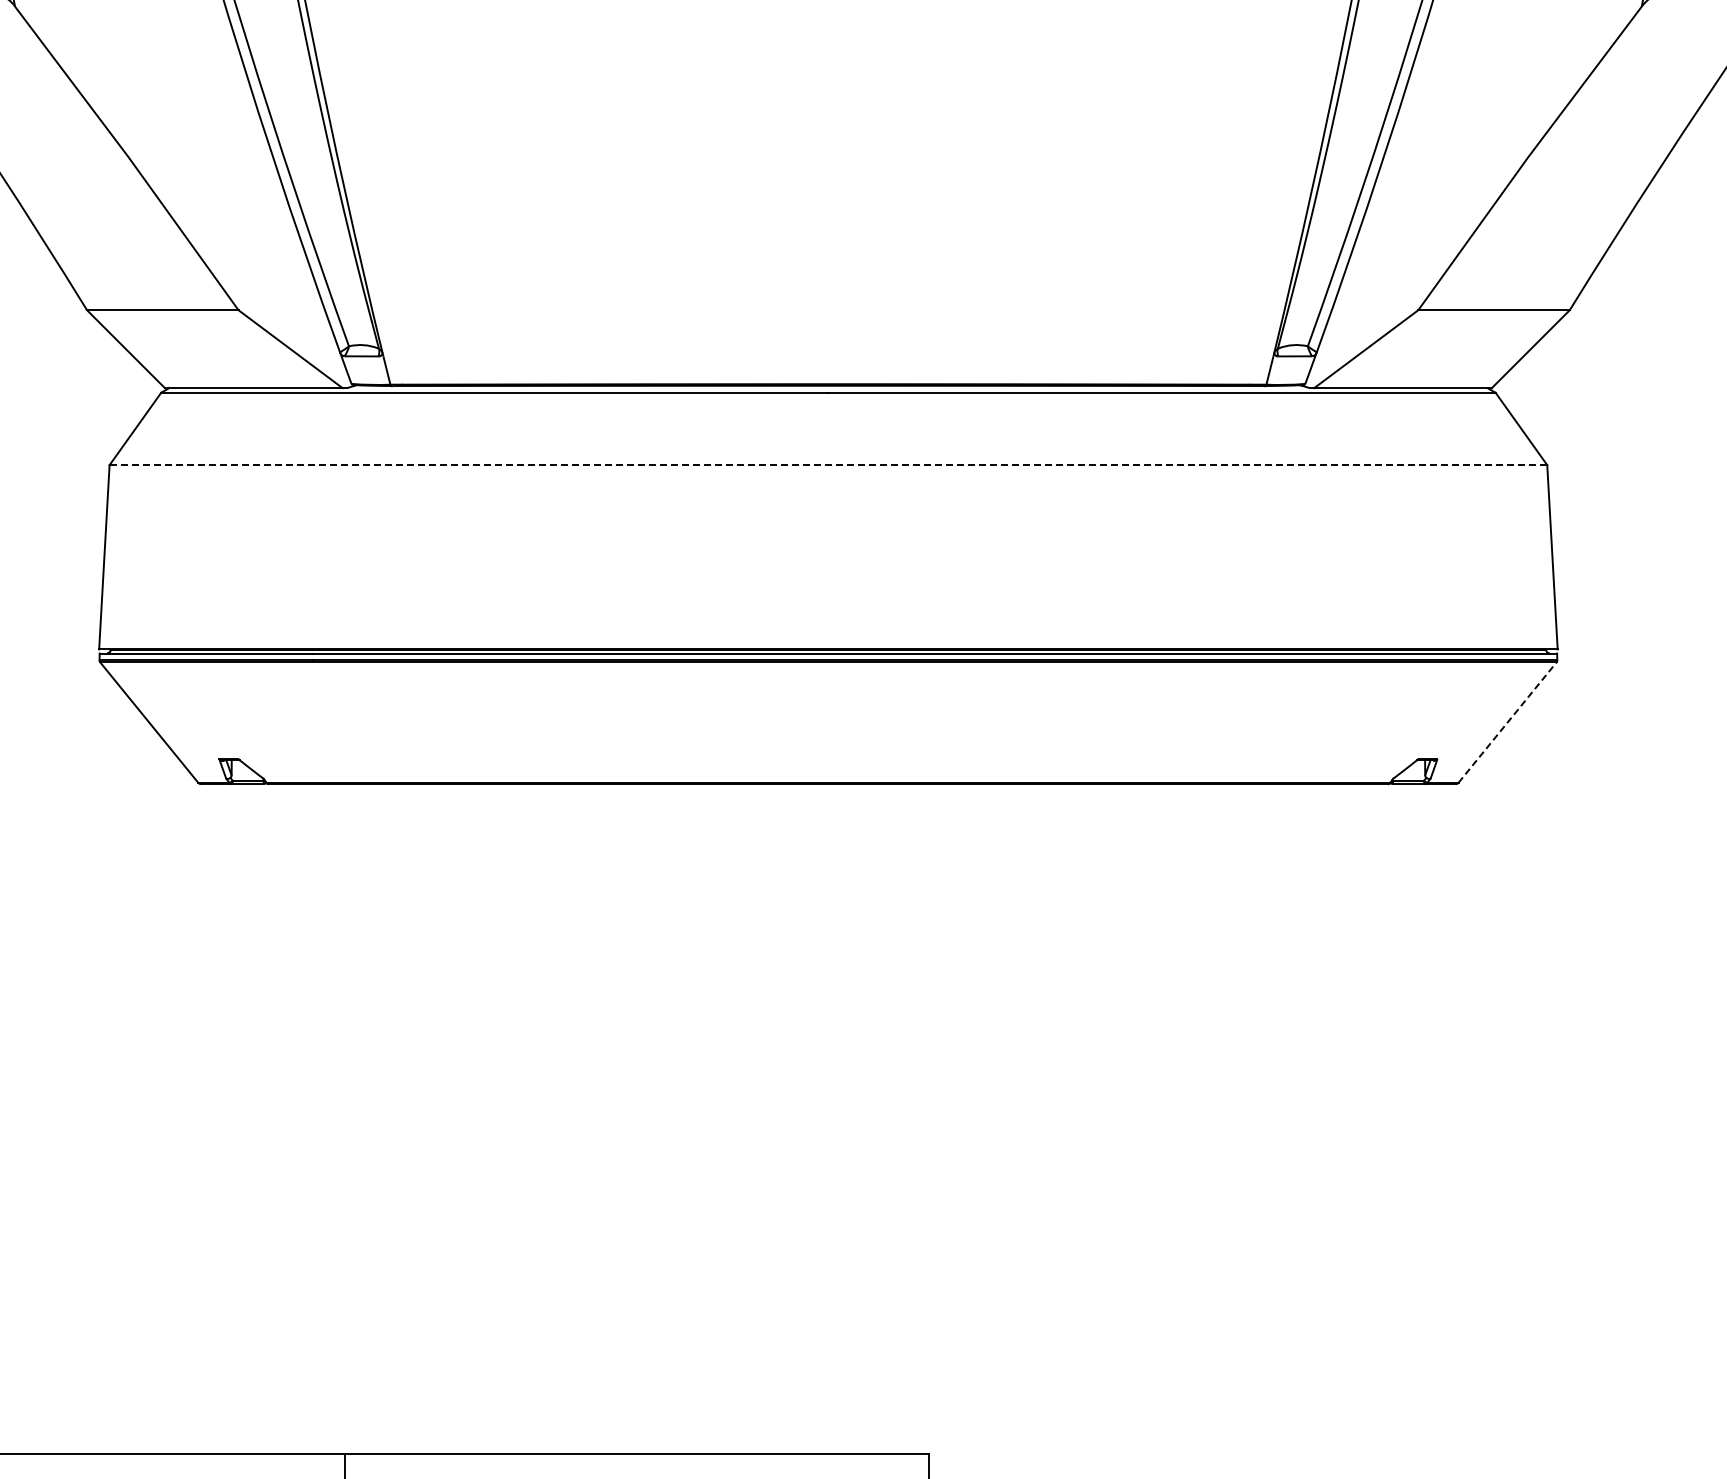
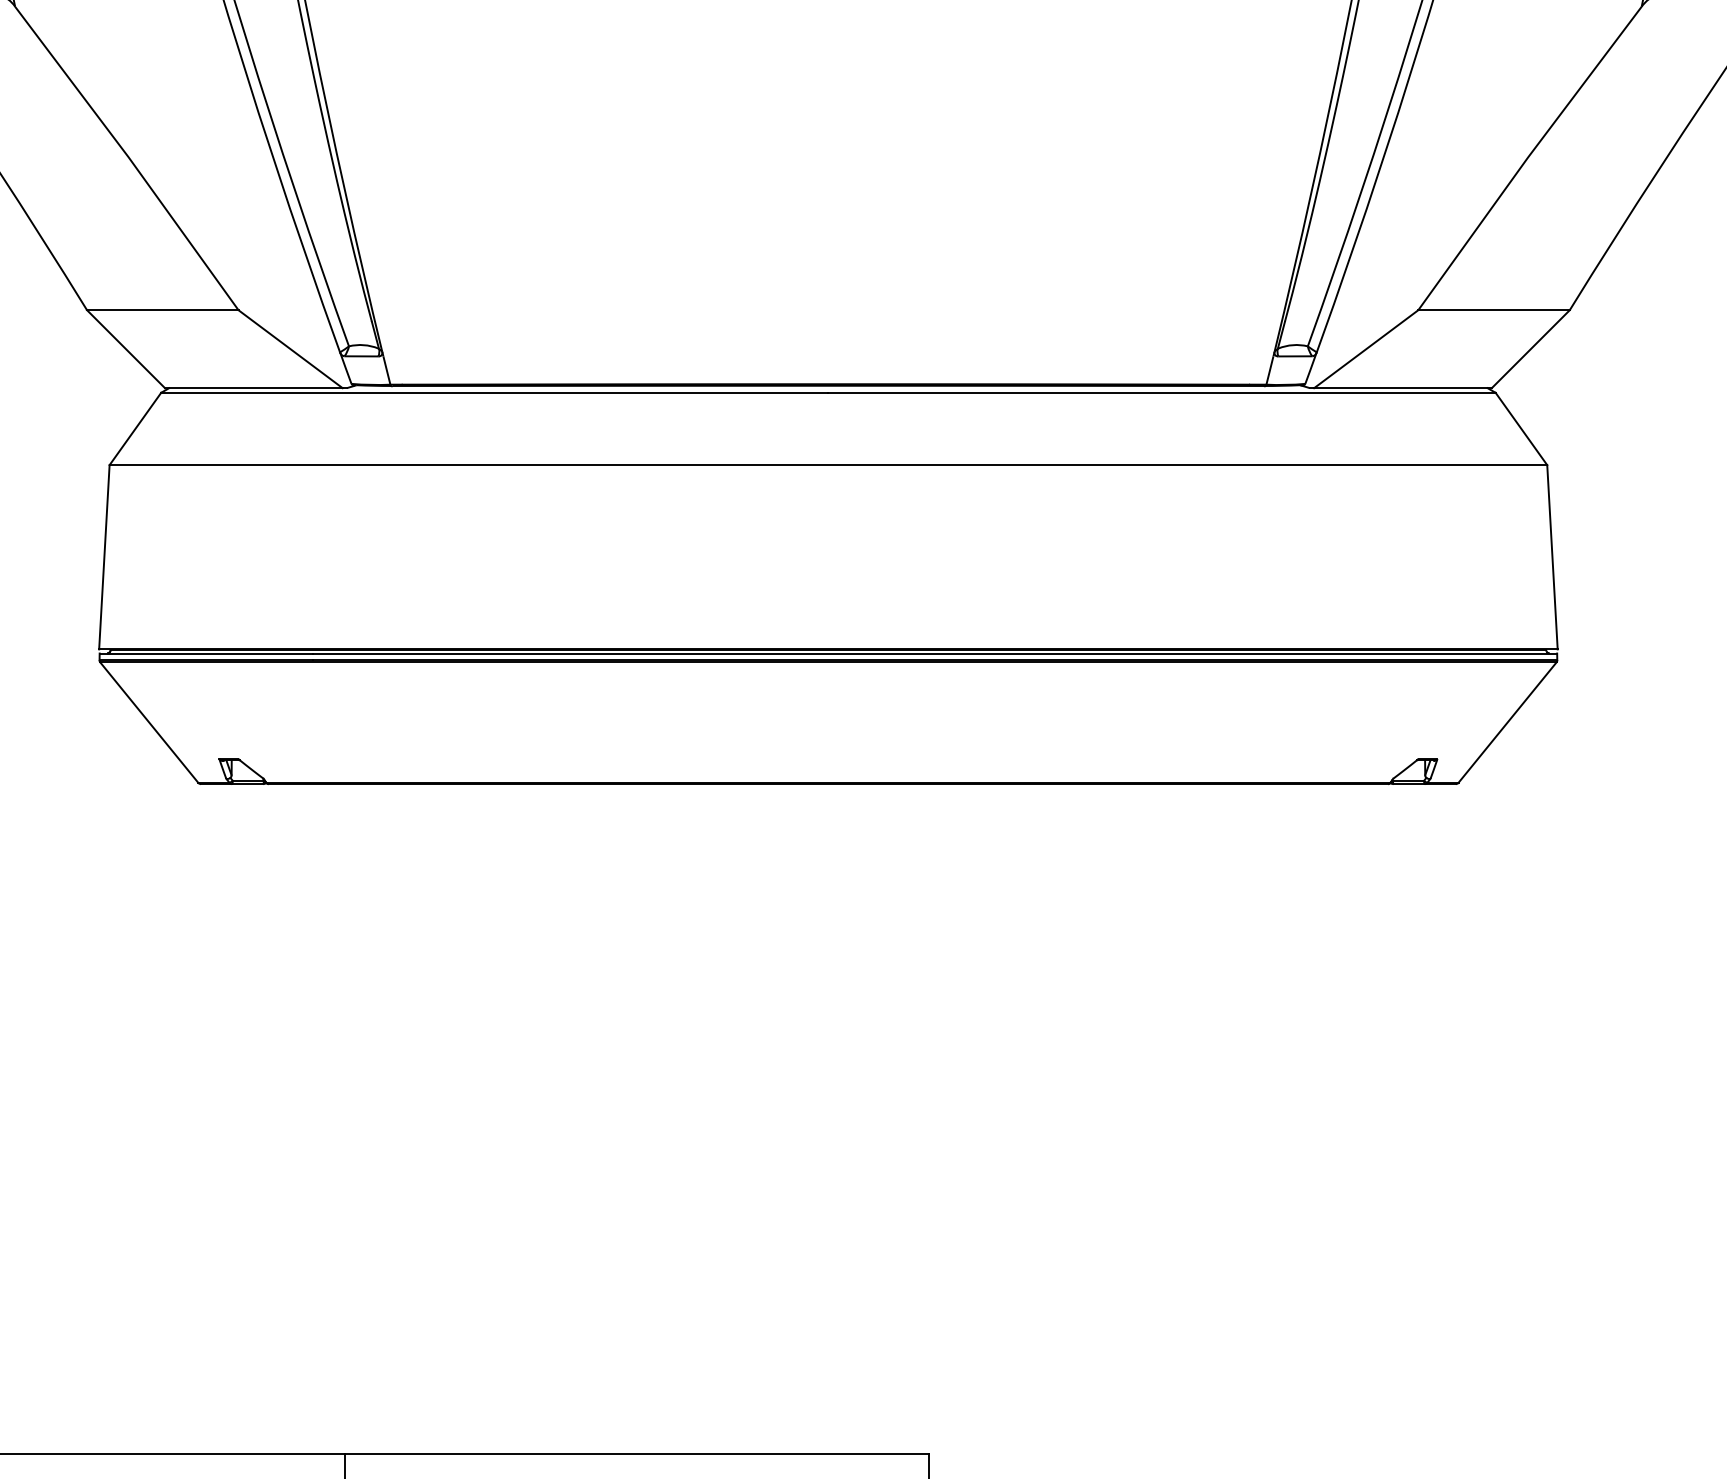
line at (828, 465): dashed -> solid
line at (1507, 722): dashed -> solid
